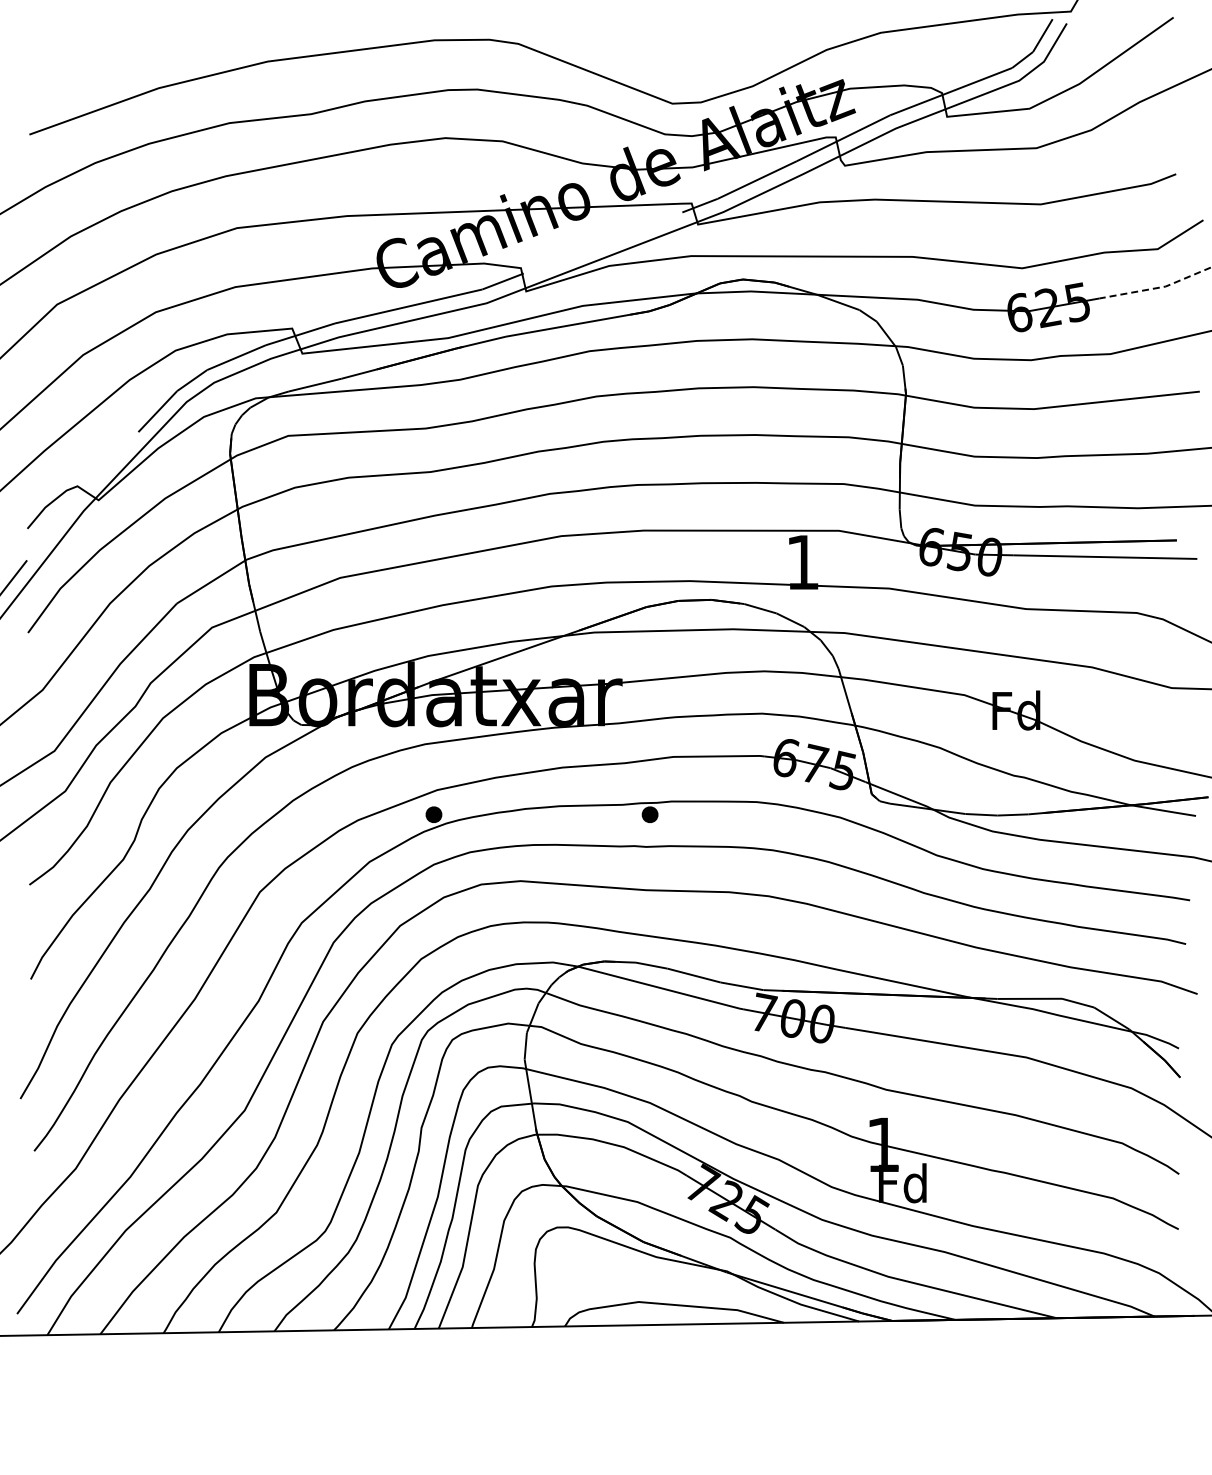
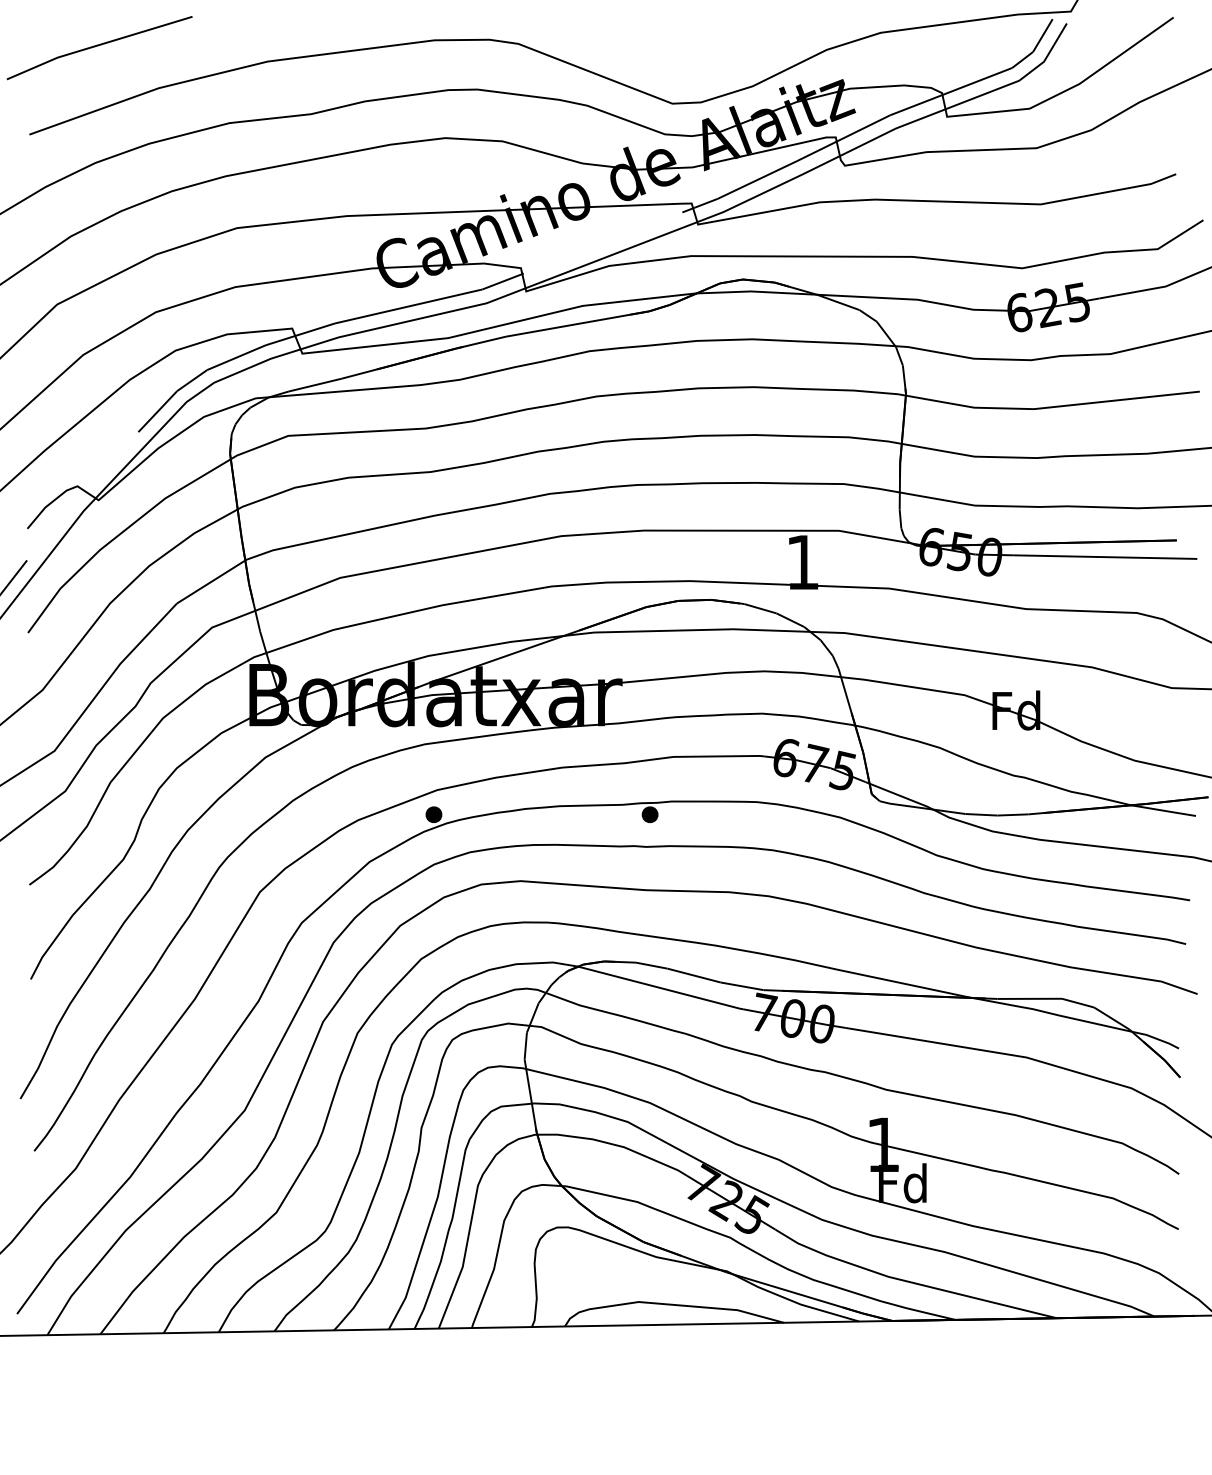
line at (98, 46): none -> present
line at (1157, 288): dashed -> solid
